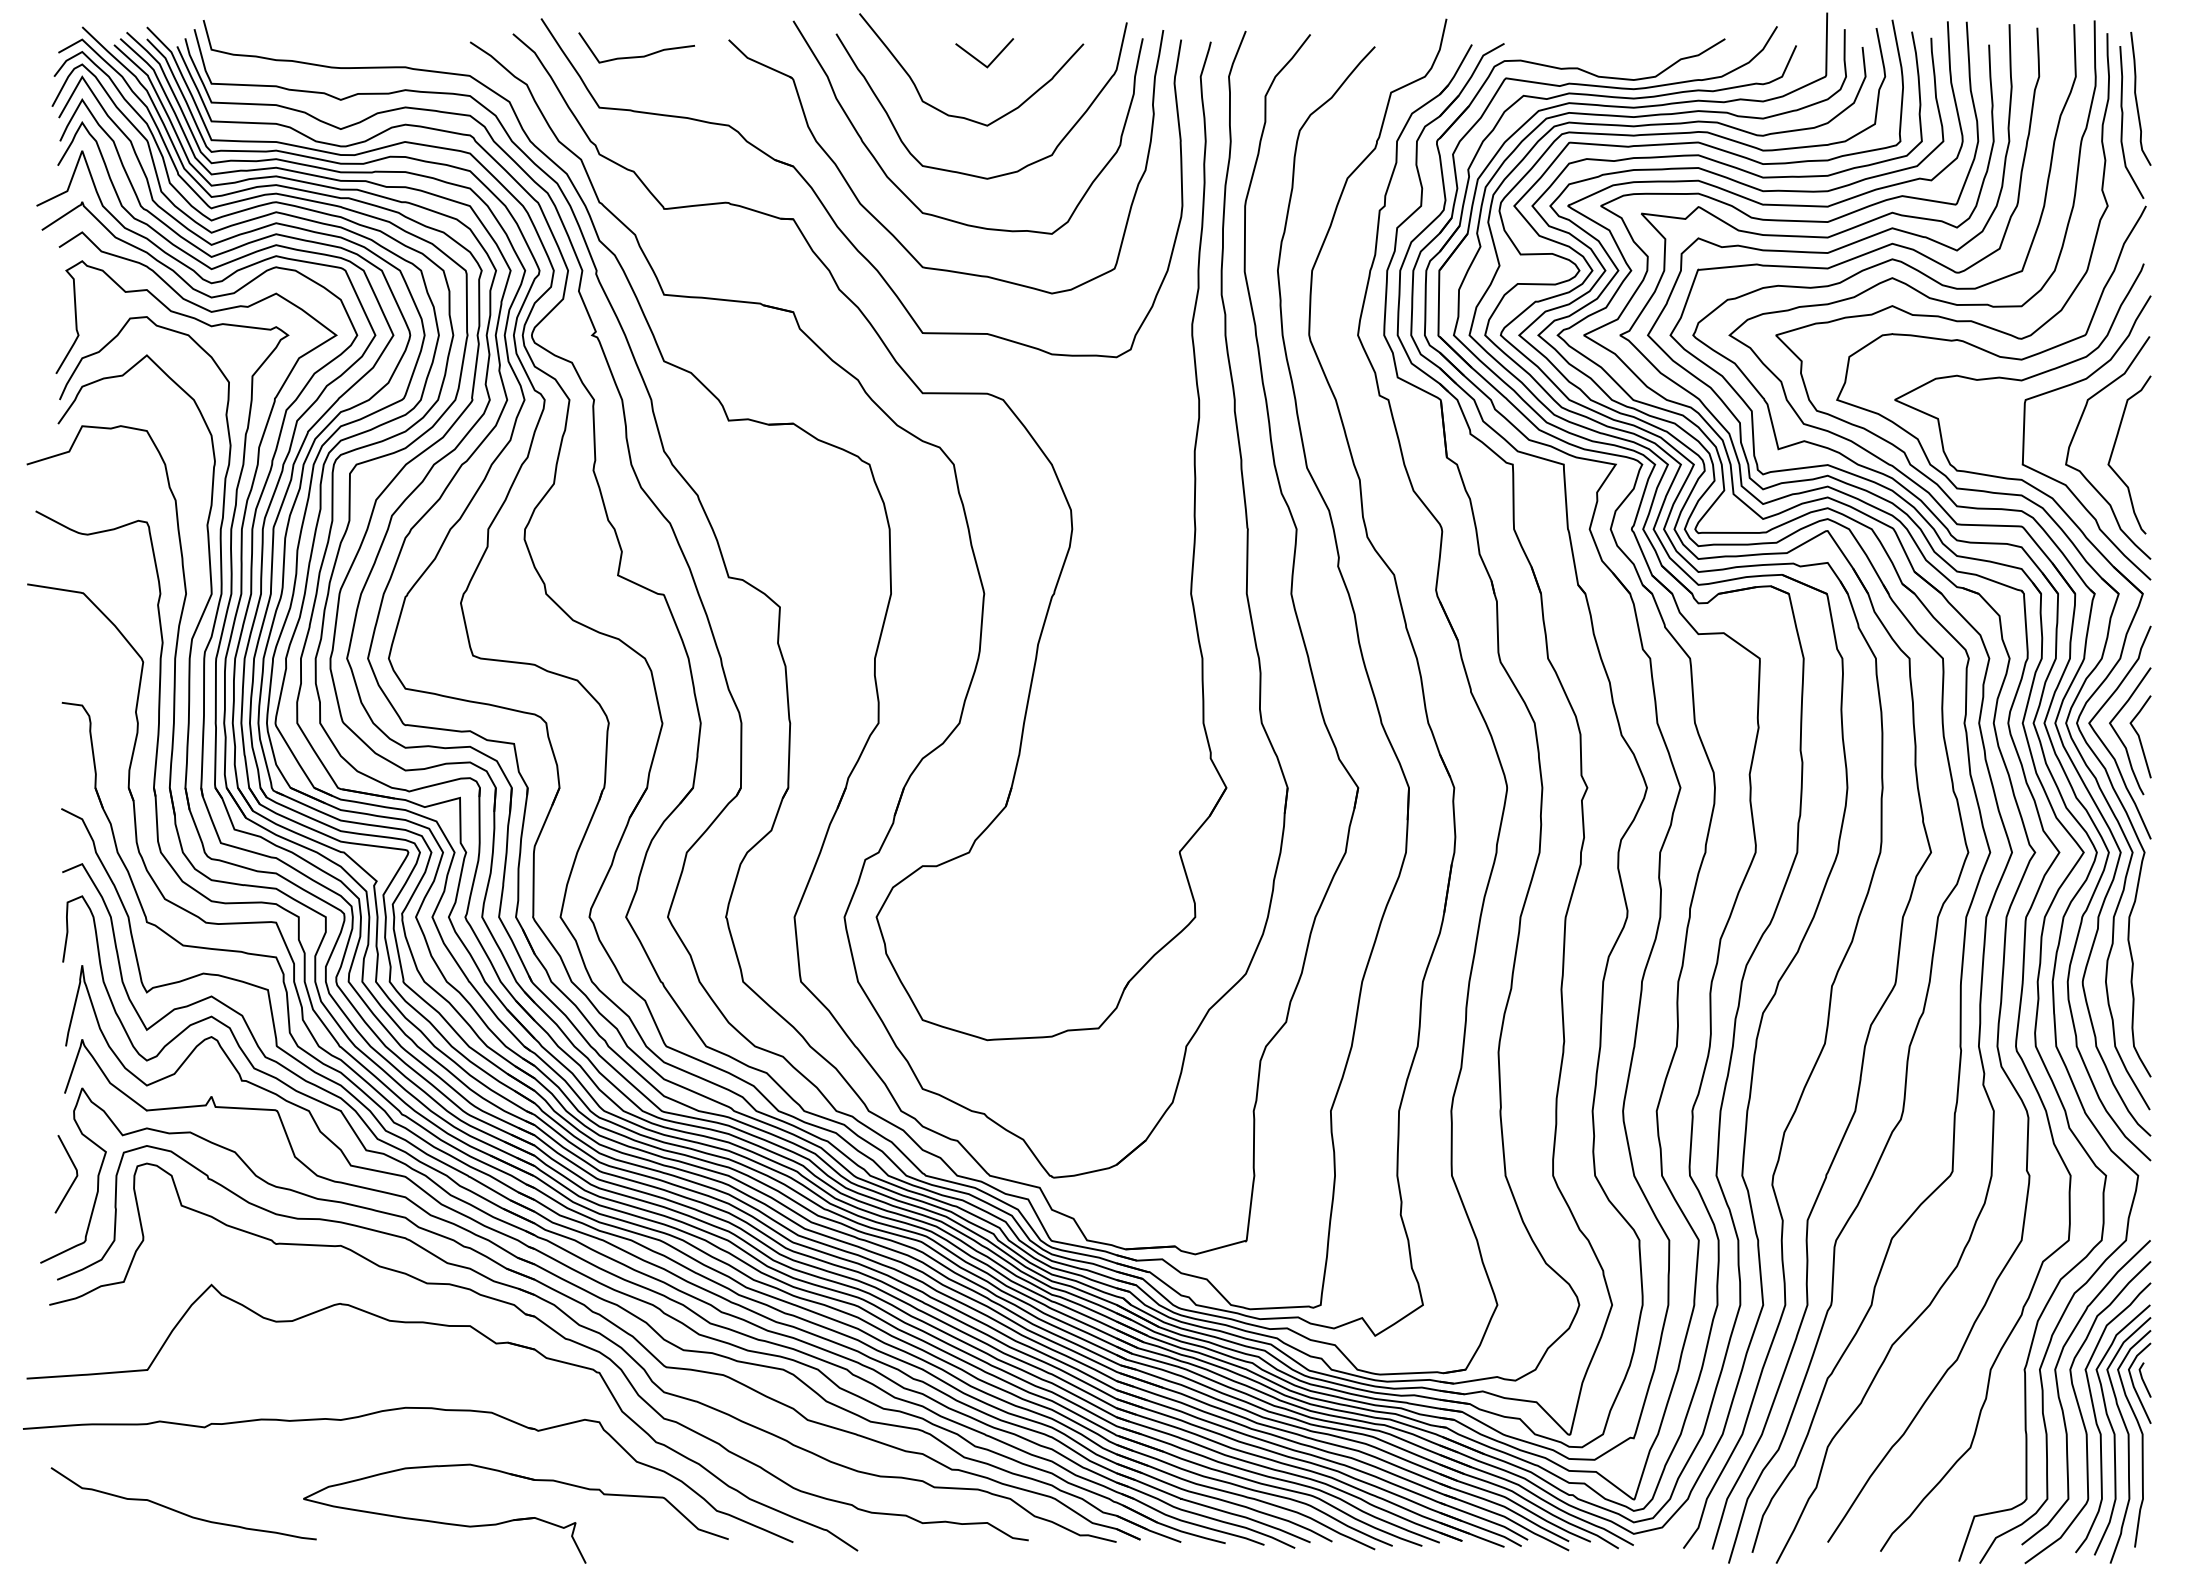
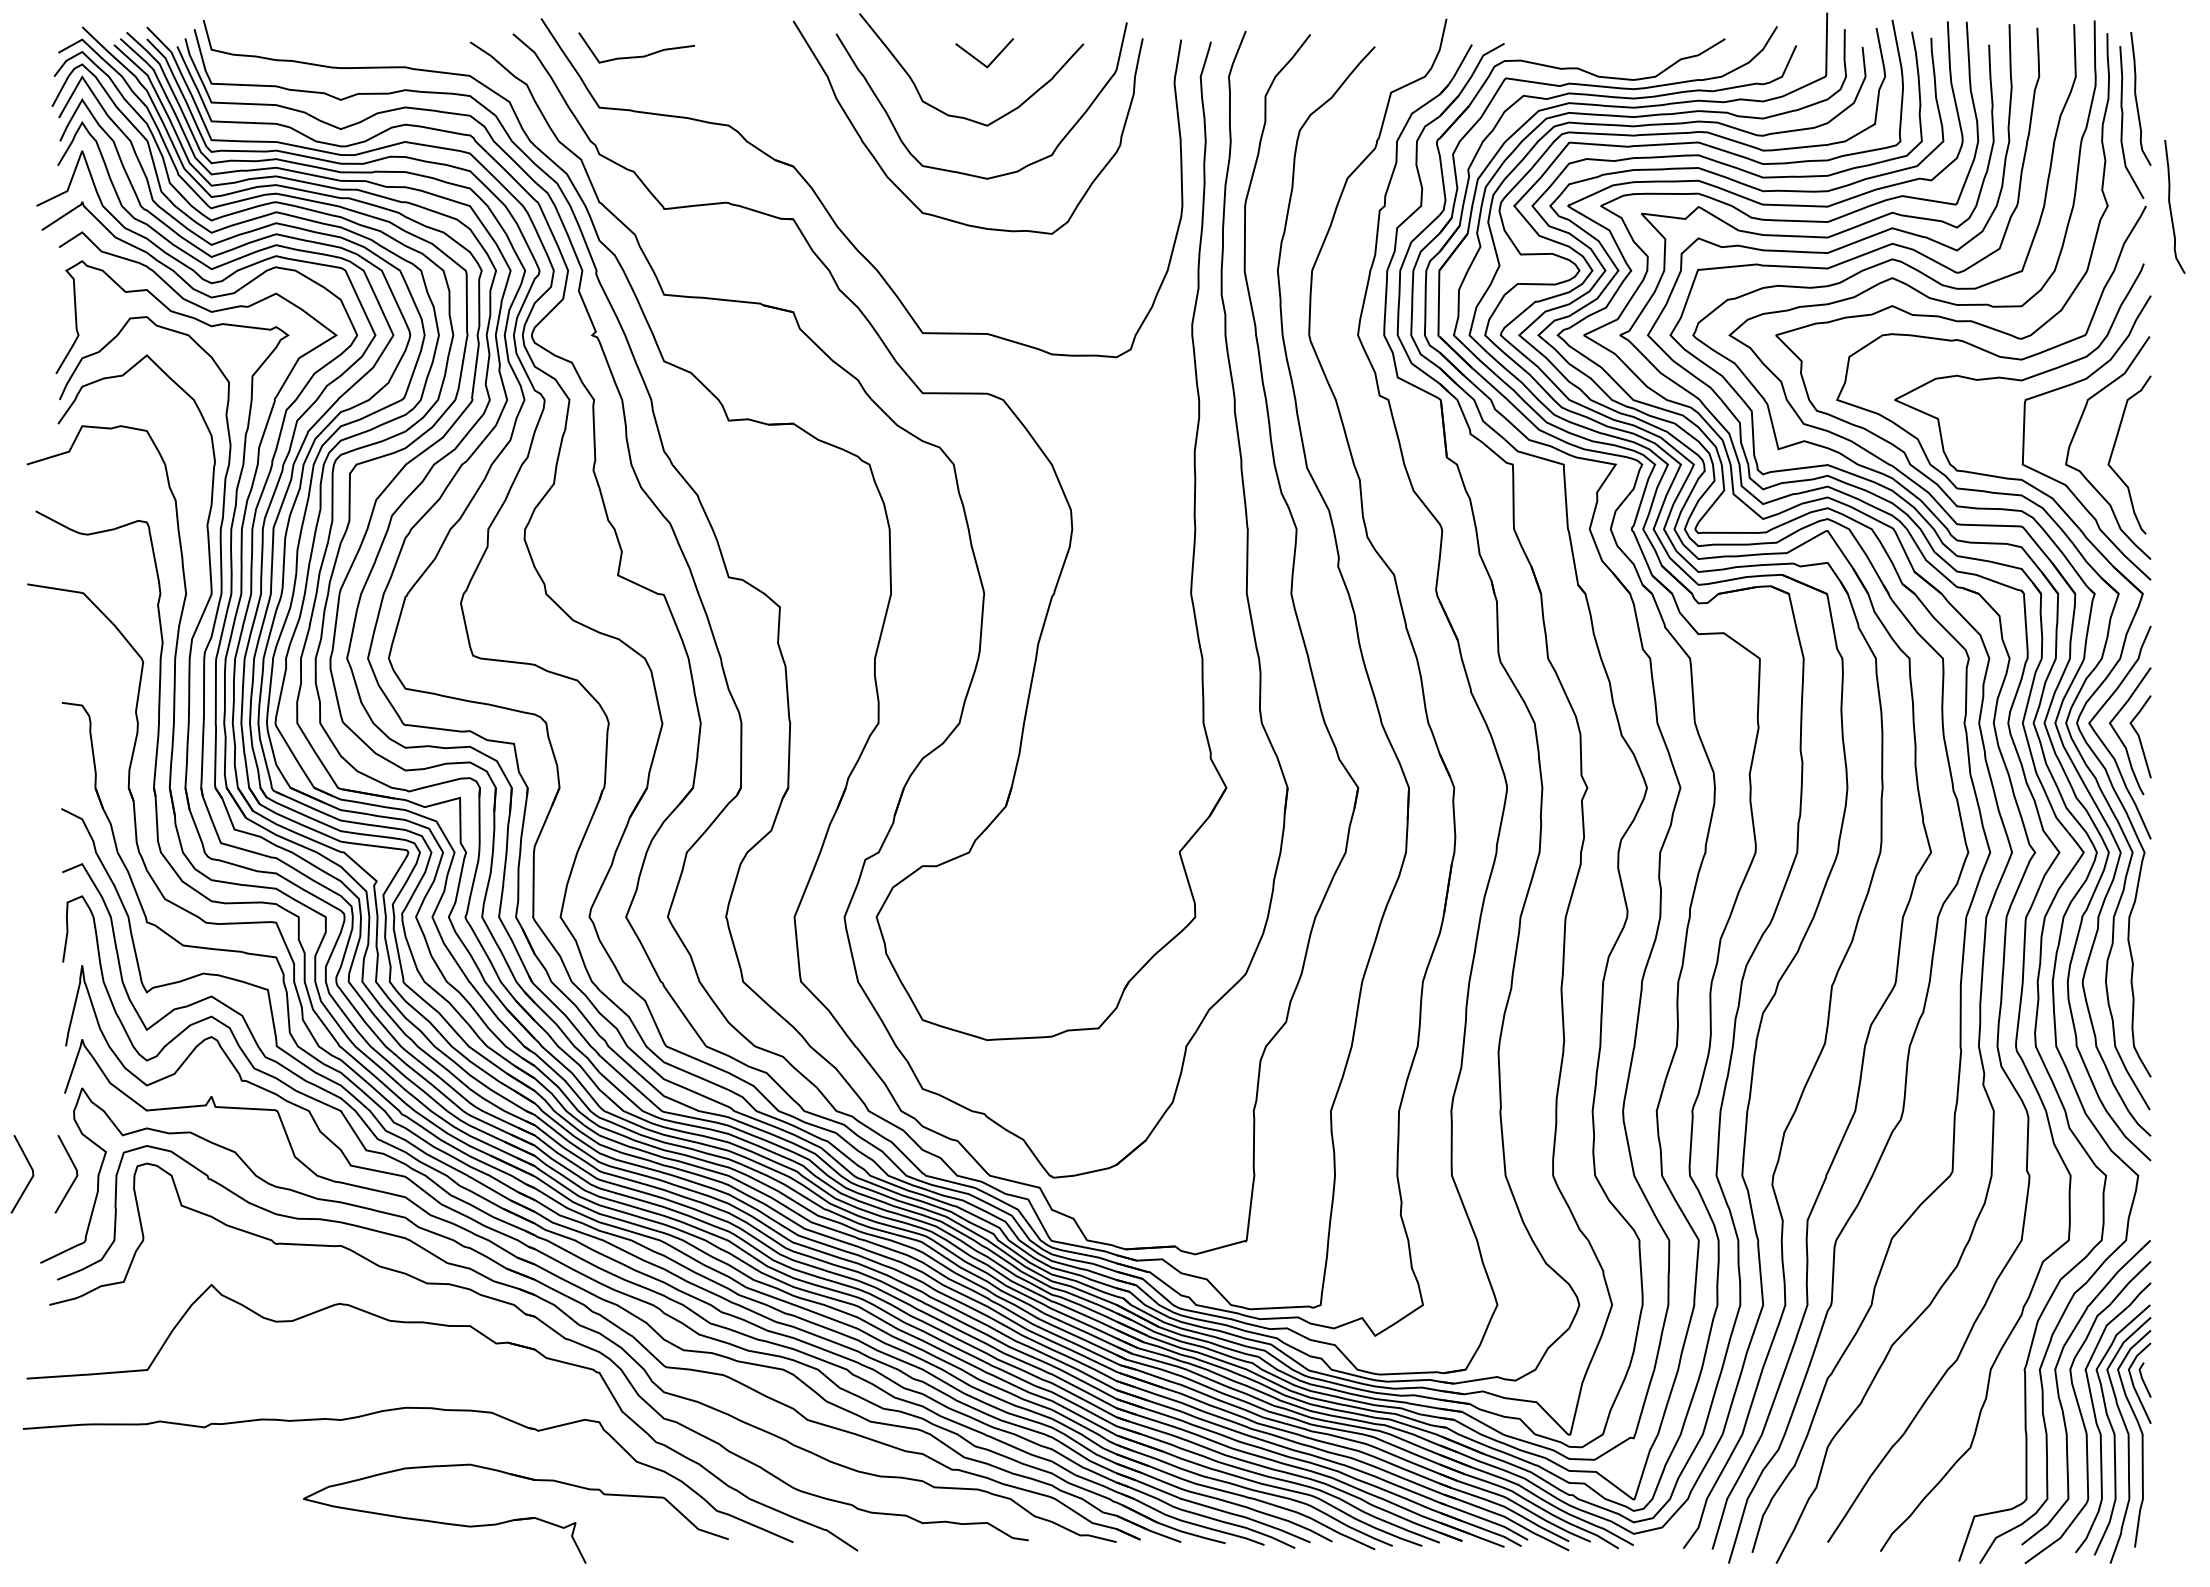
curve at (2171, 207): none -> present
part at (883, 224): present -> none
line at (30, 1178): none -> present
curve at (180, 1511): present -> none
